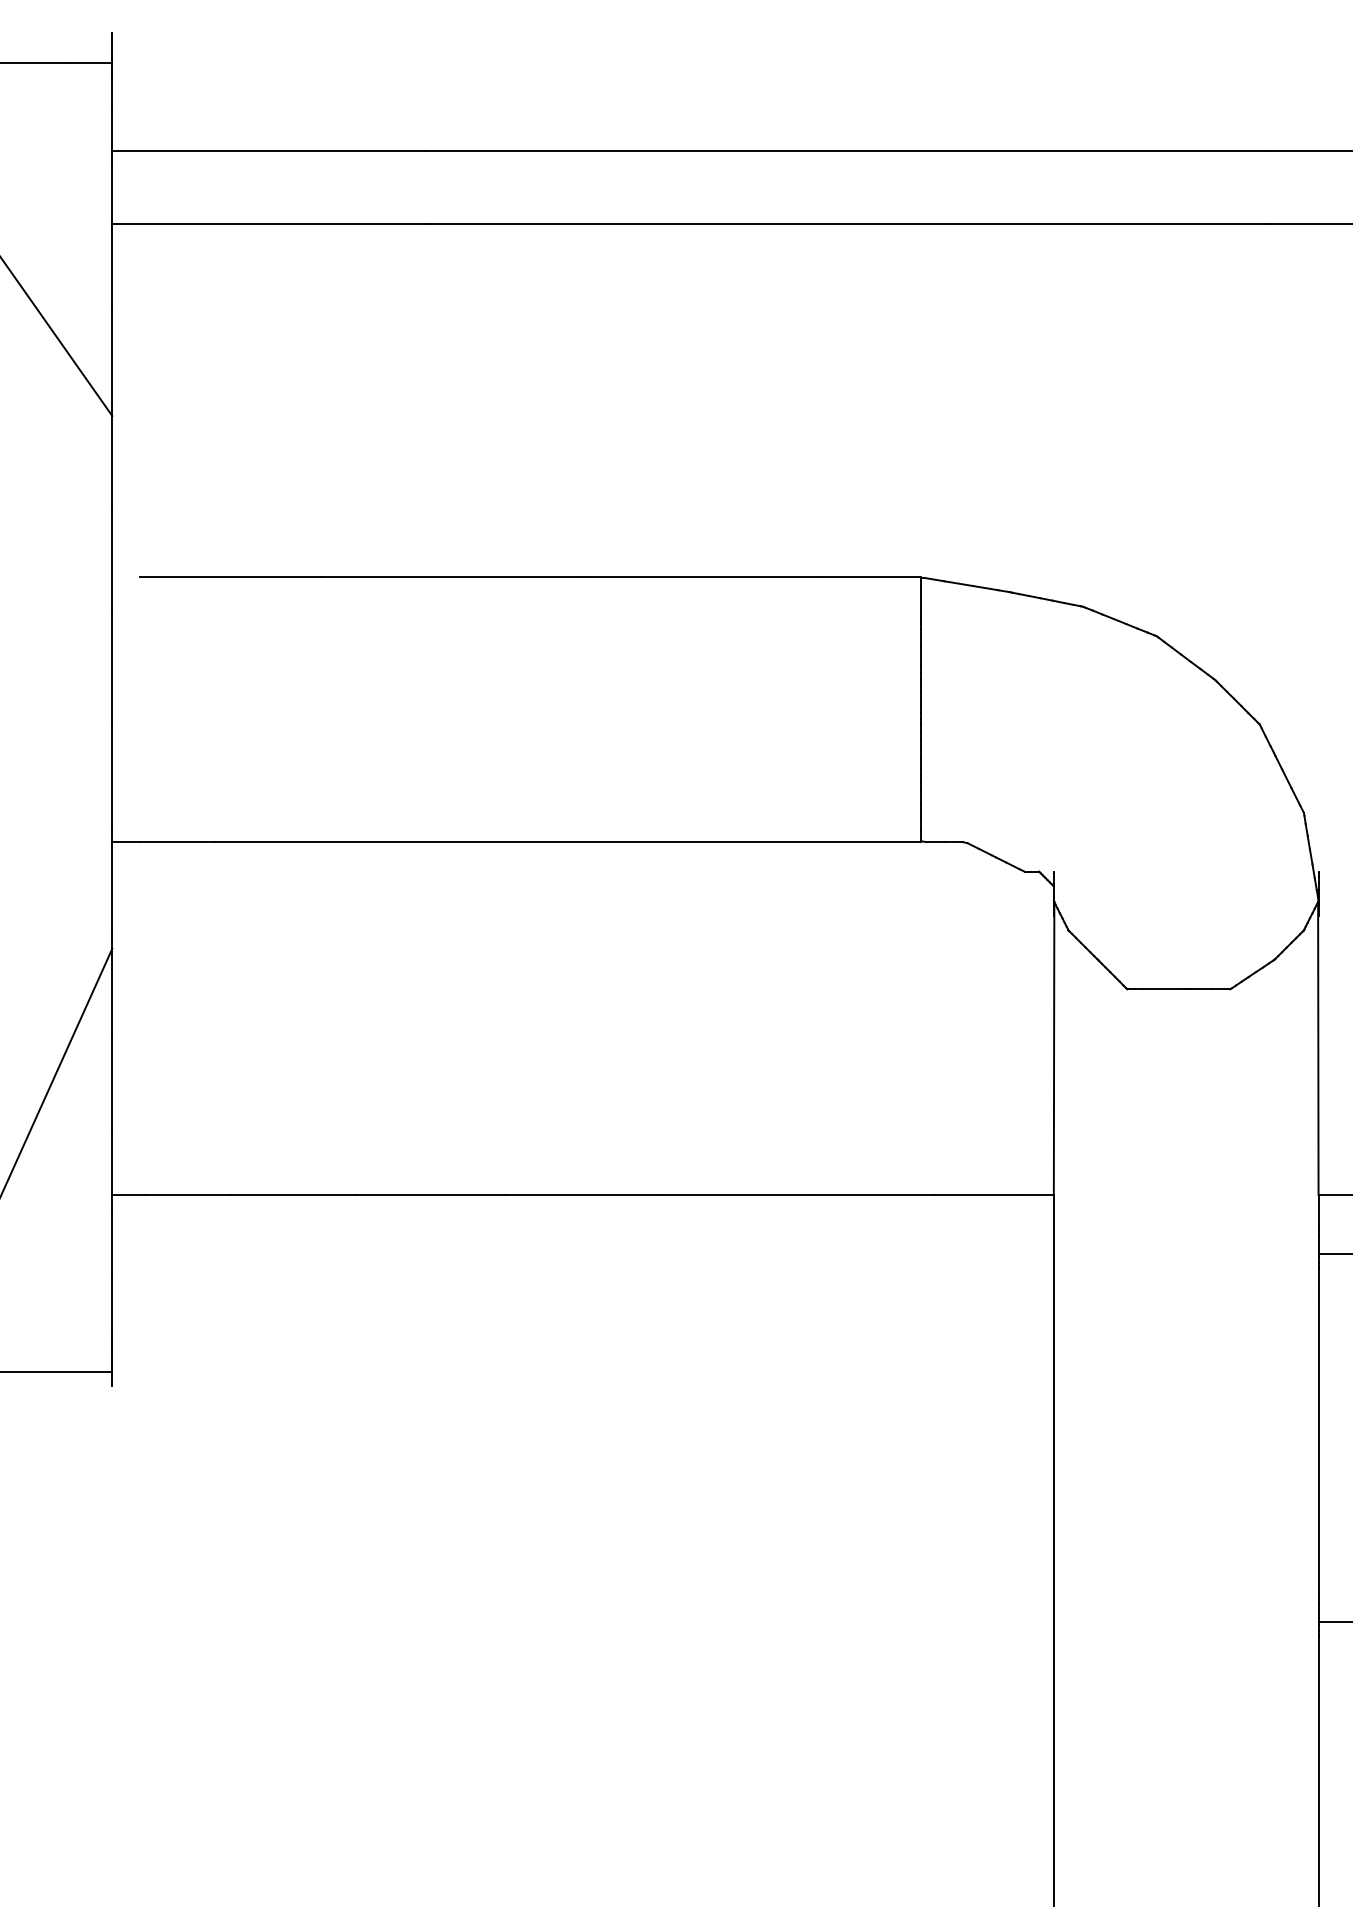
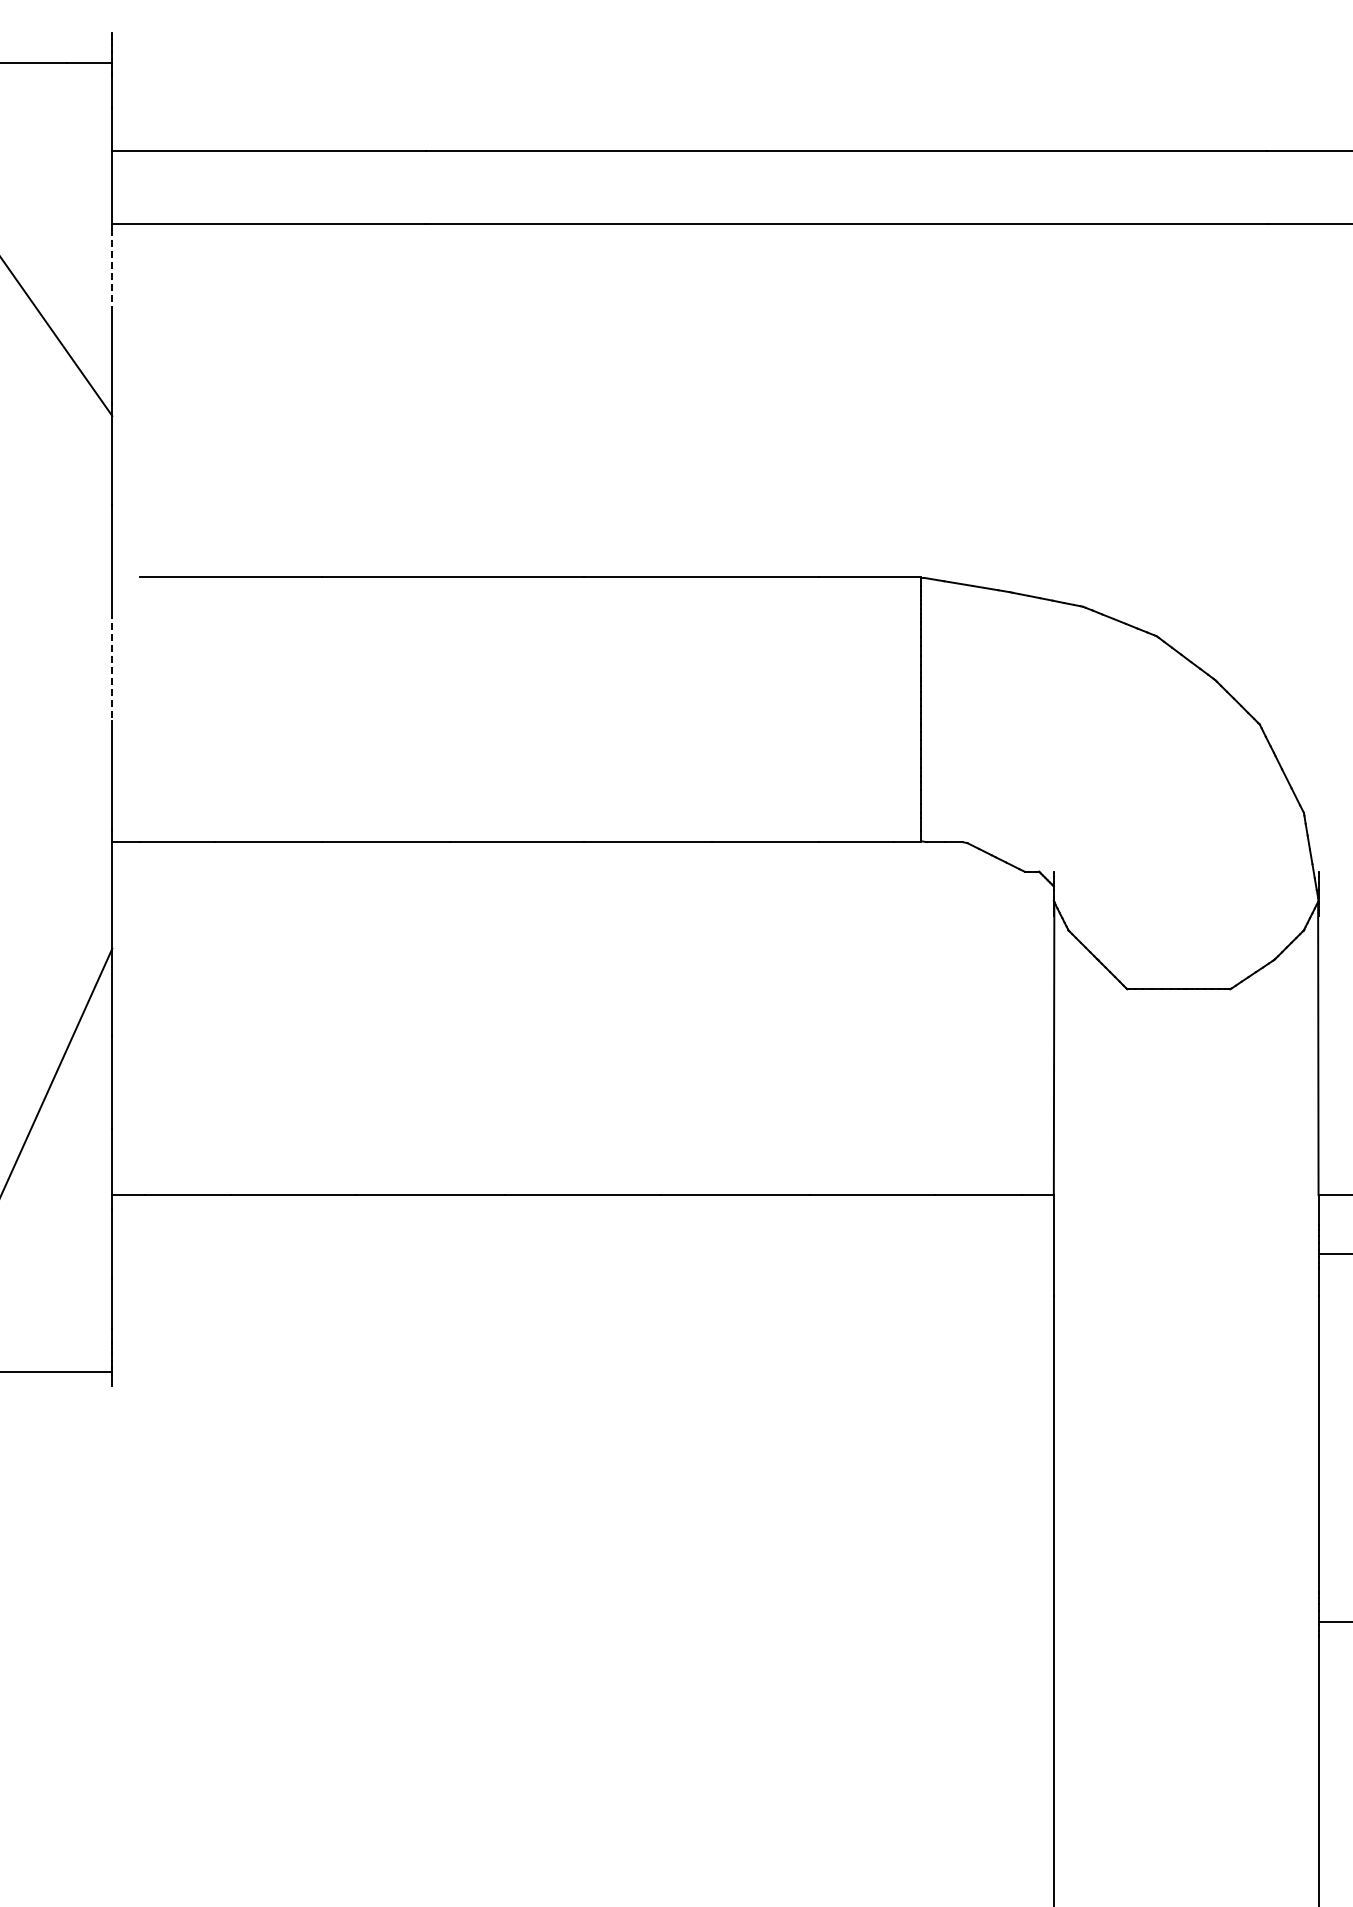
line at (112, 270): solid -> dashed
line at (112, 666): solid -> dashed
